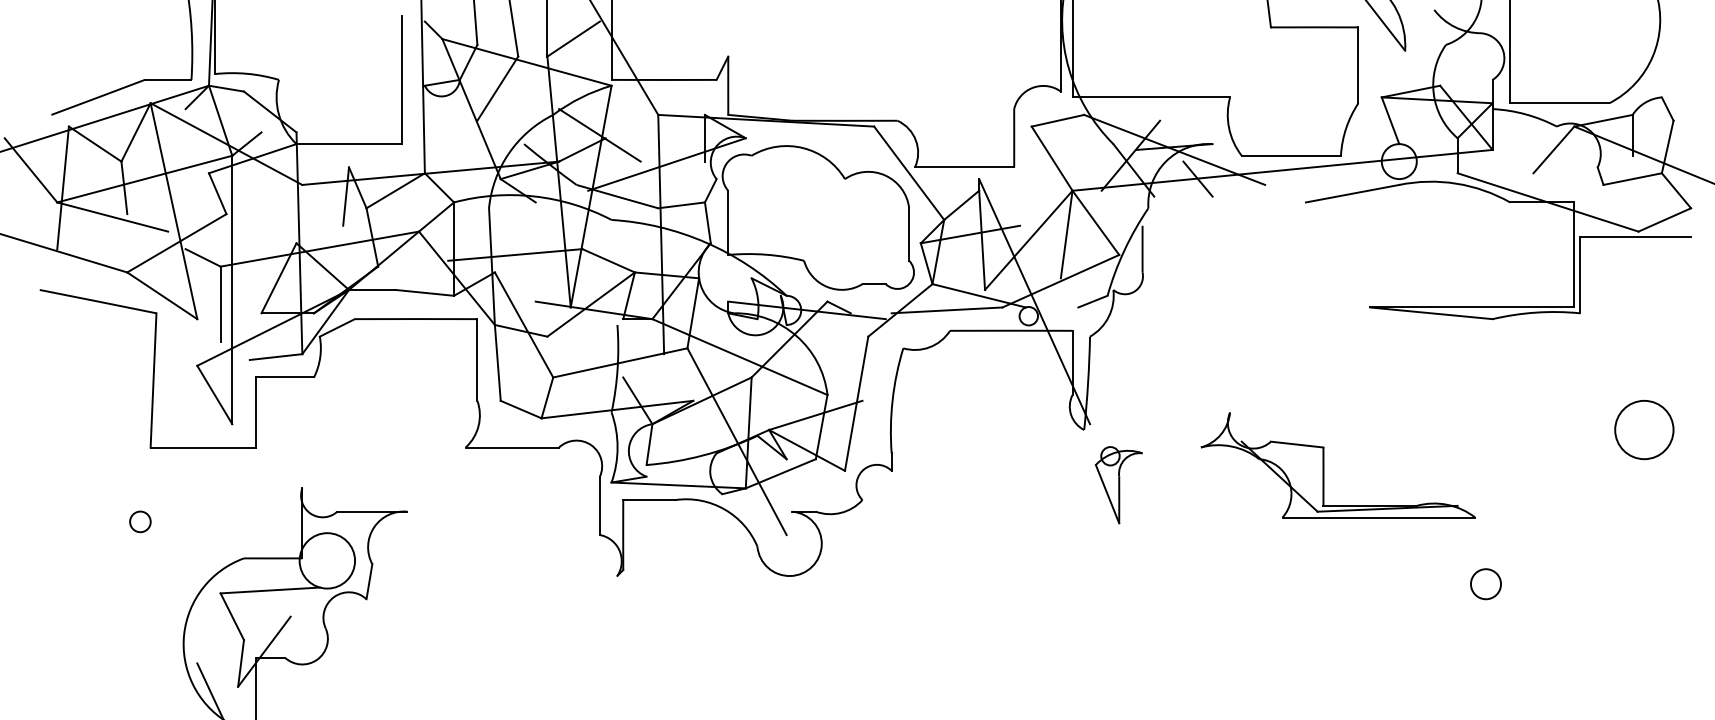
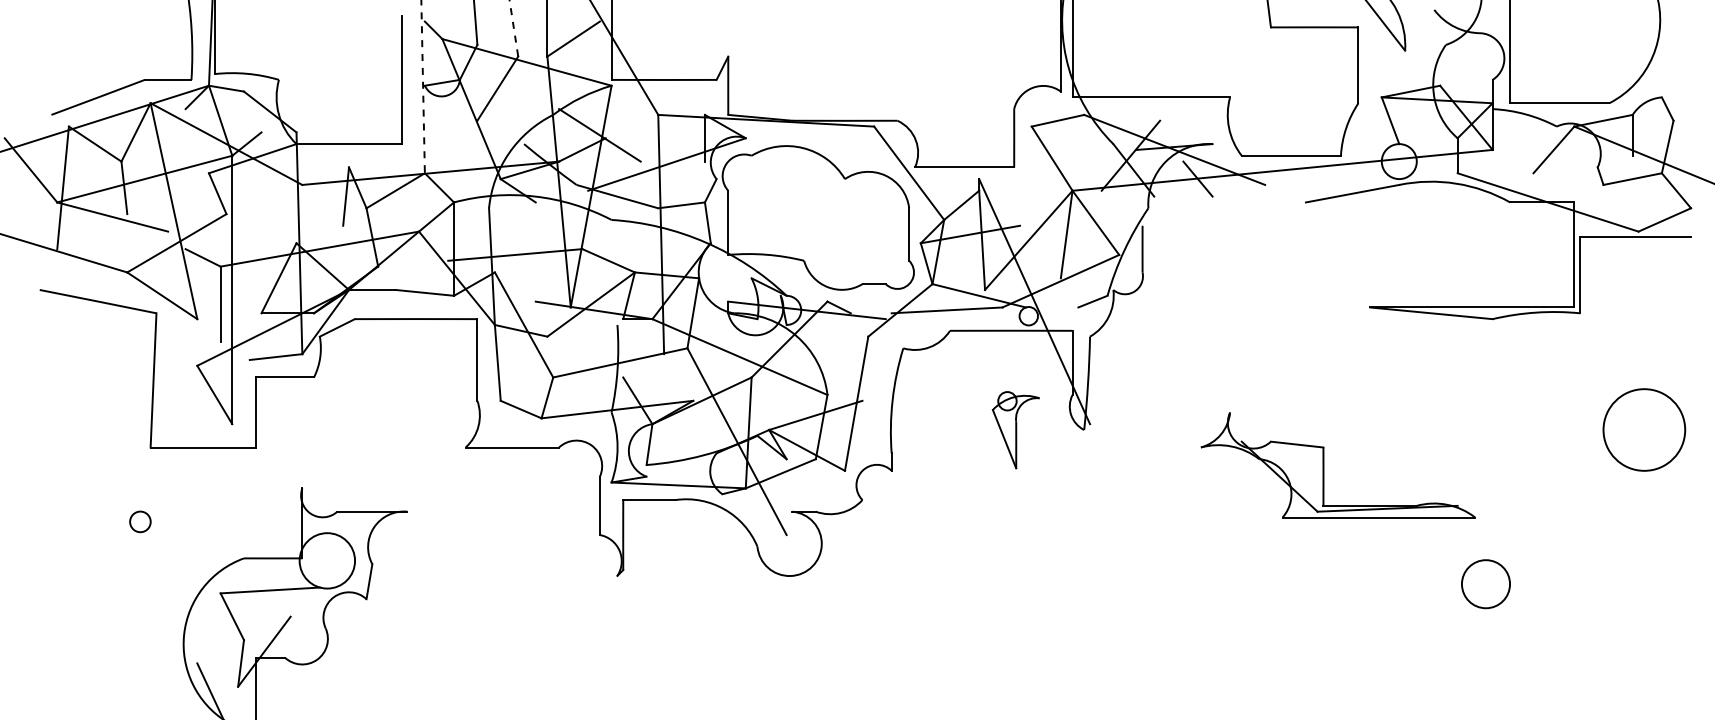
line at (513, 29): solid -> dashed
line at (423, 87): solid -> dashed
circle at (1644, 429) diameter: 58 px -> 82 px
part at (1118, 485) position: (1118, 485) -> (1015, 430)
circle at (1485, 584) diameter: 30 px -> 48 px
